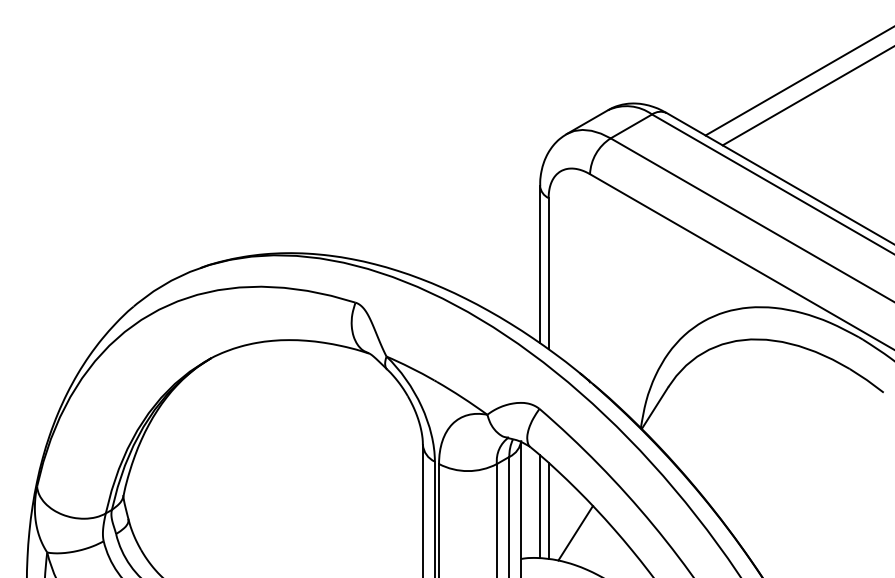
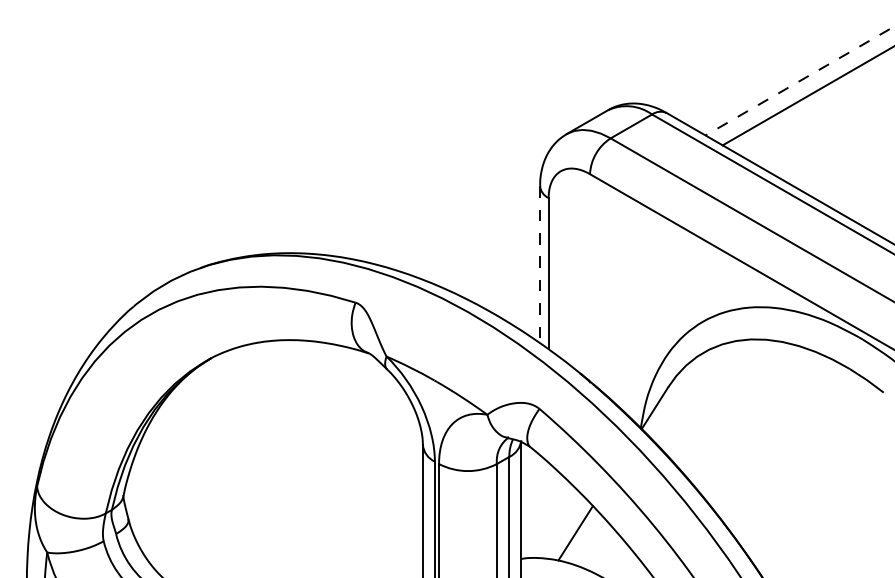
line at (799, 81): solid -> dashed
line at (540, 264): solid -> dashed
line at (540, 506): present -> none
line at (548, 510): present -> none
